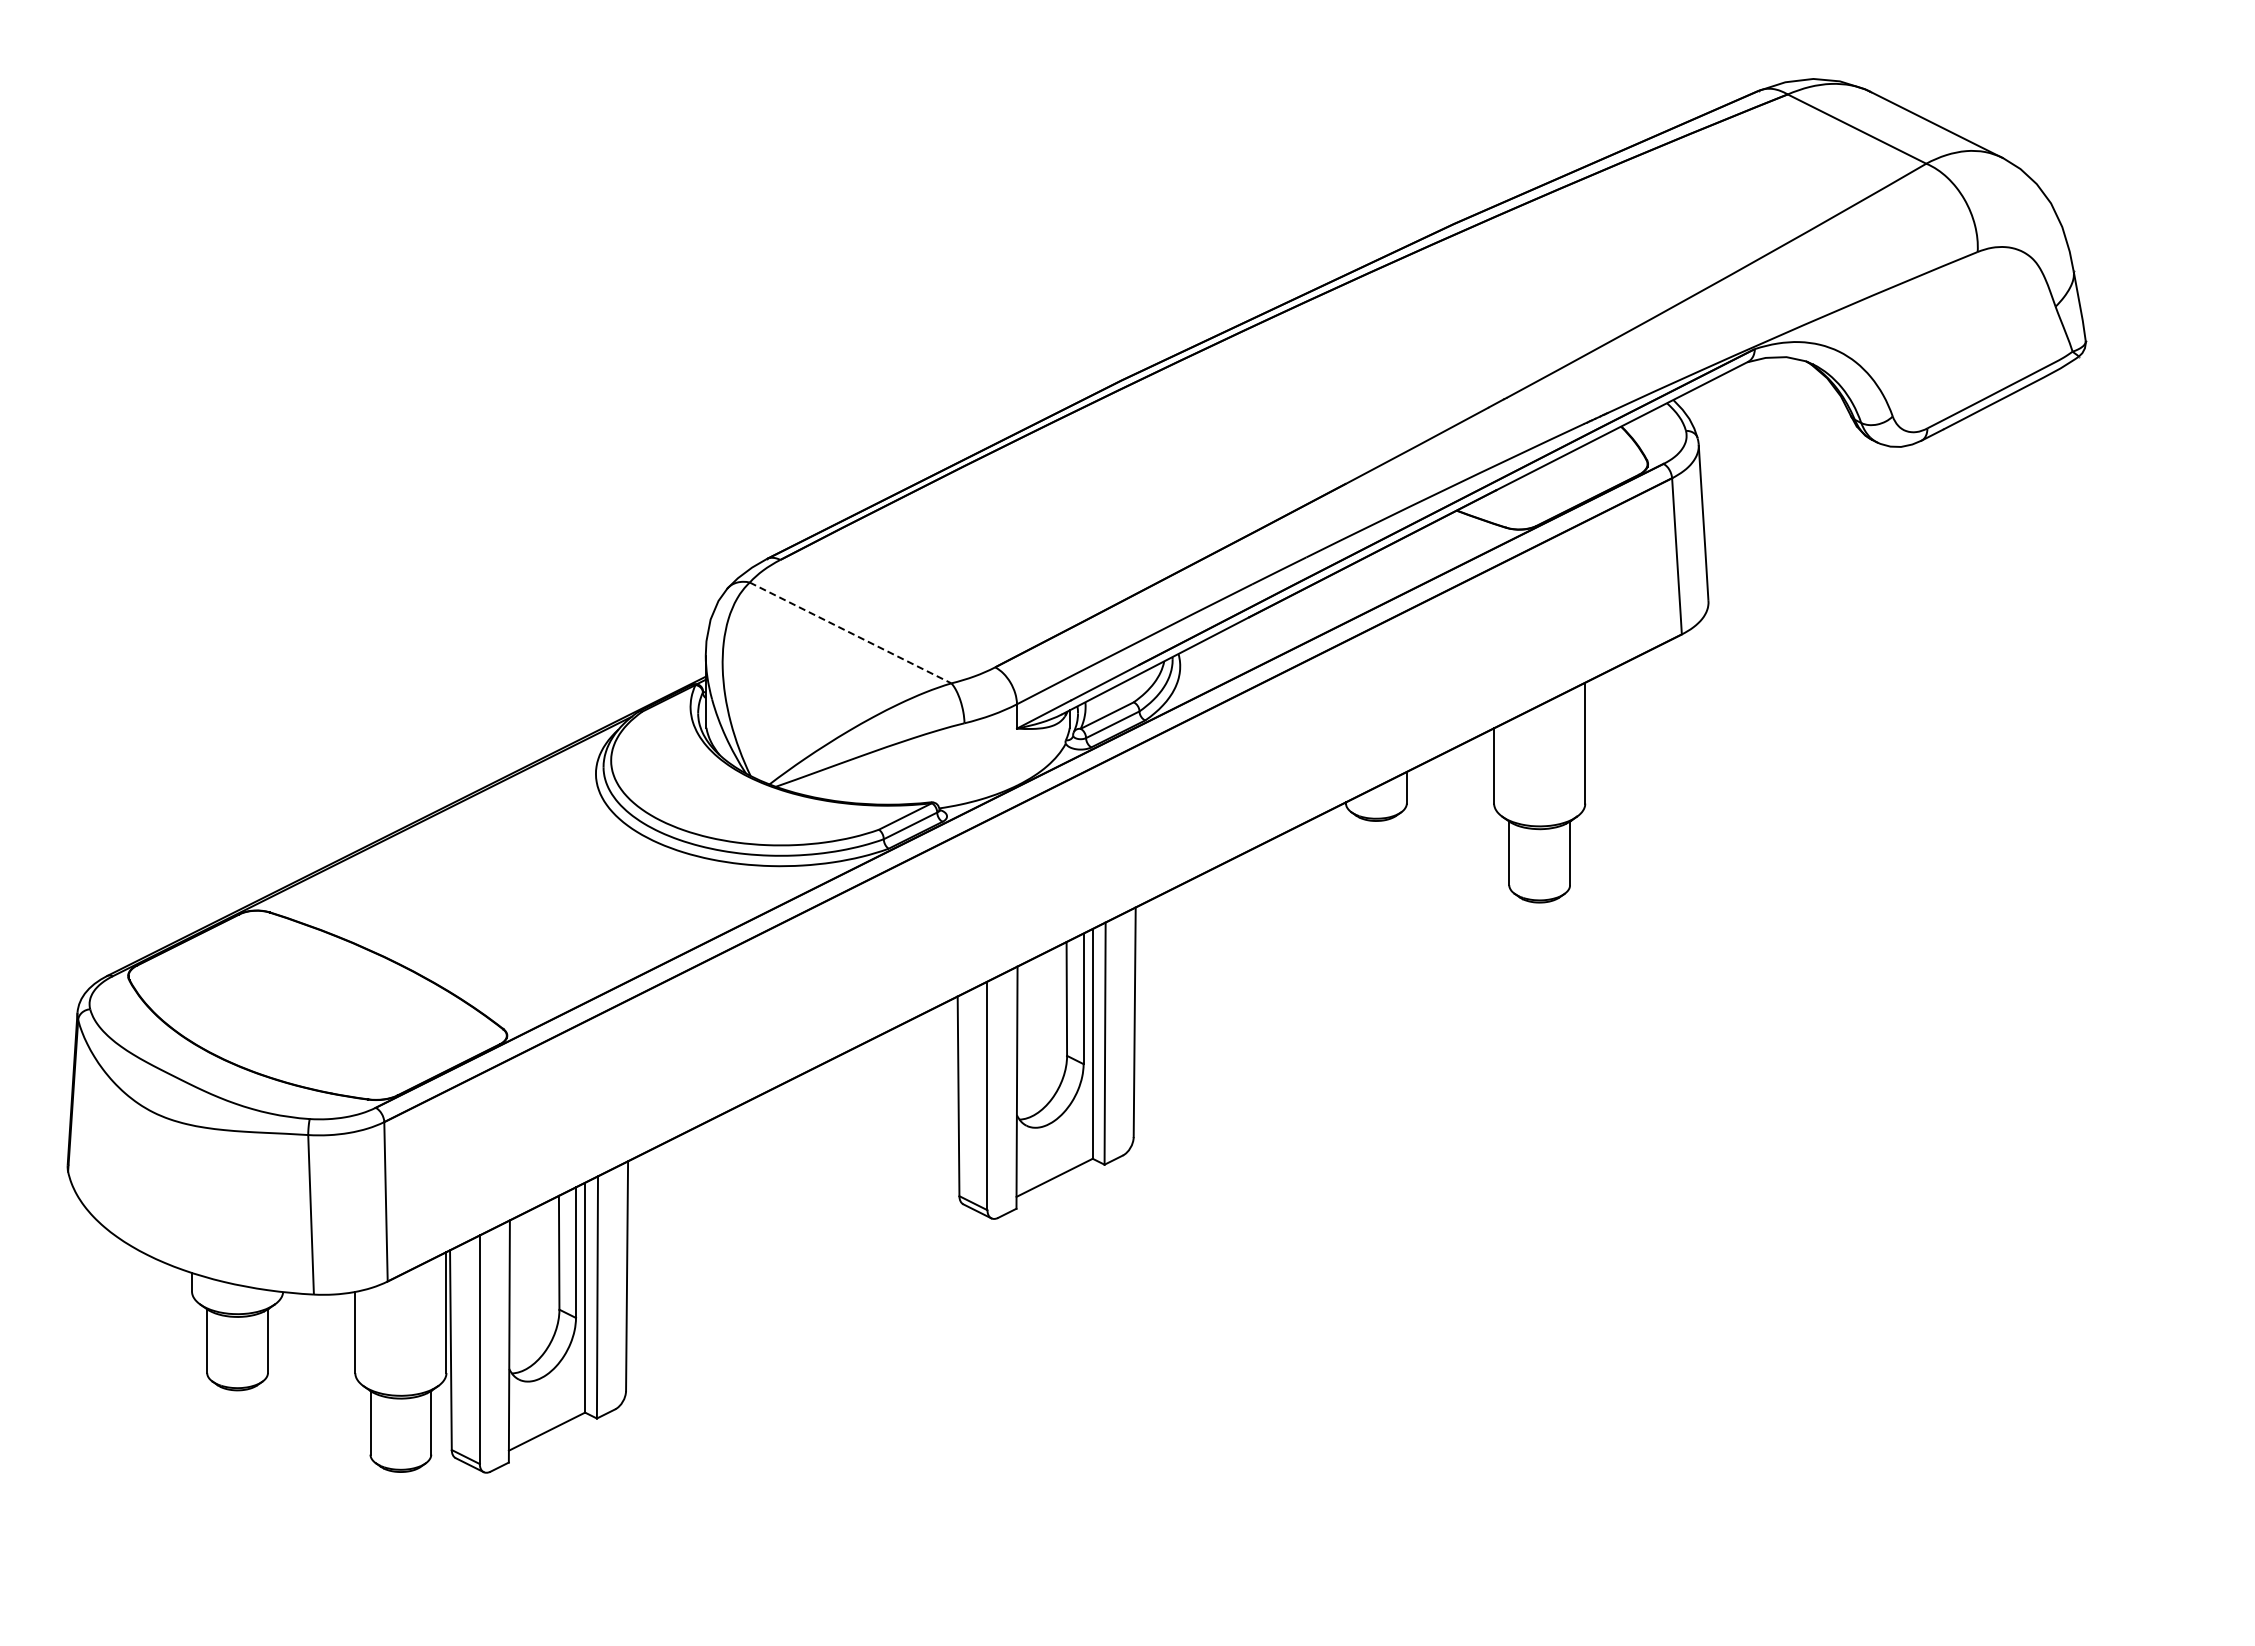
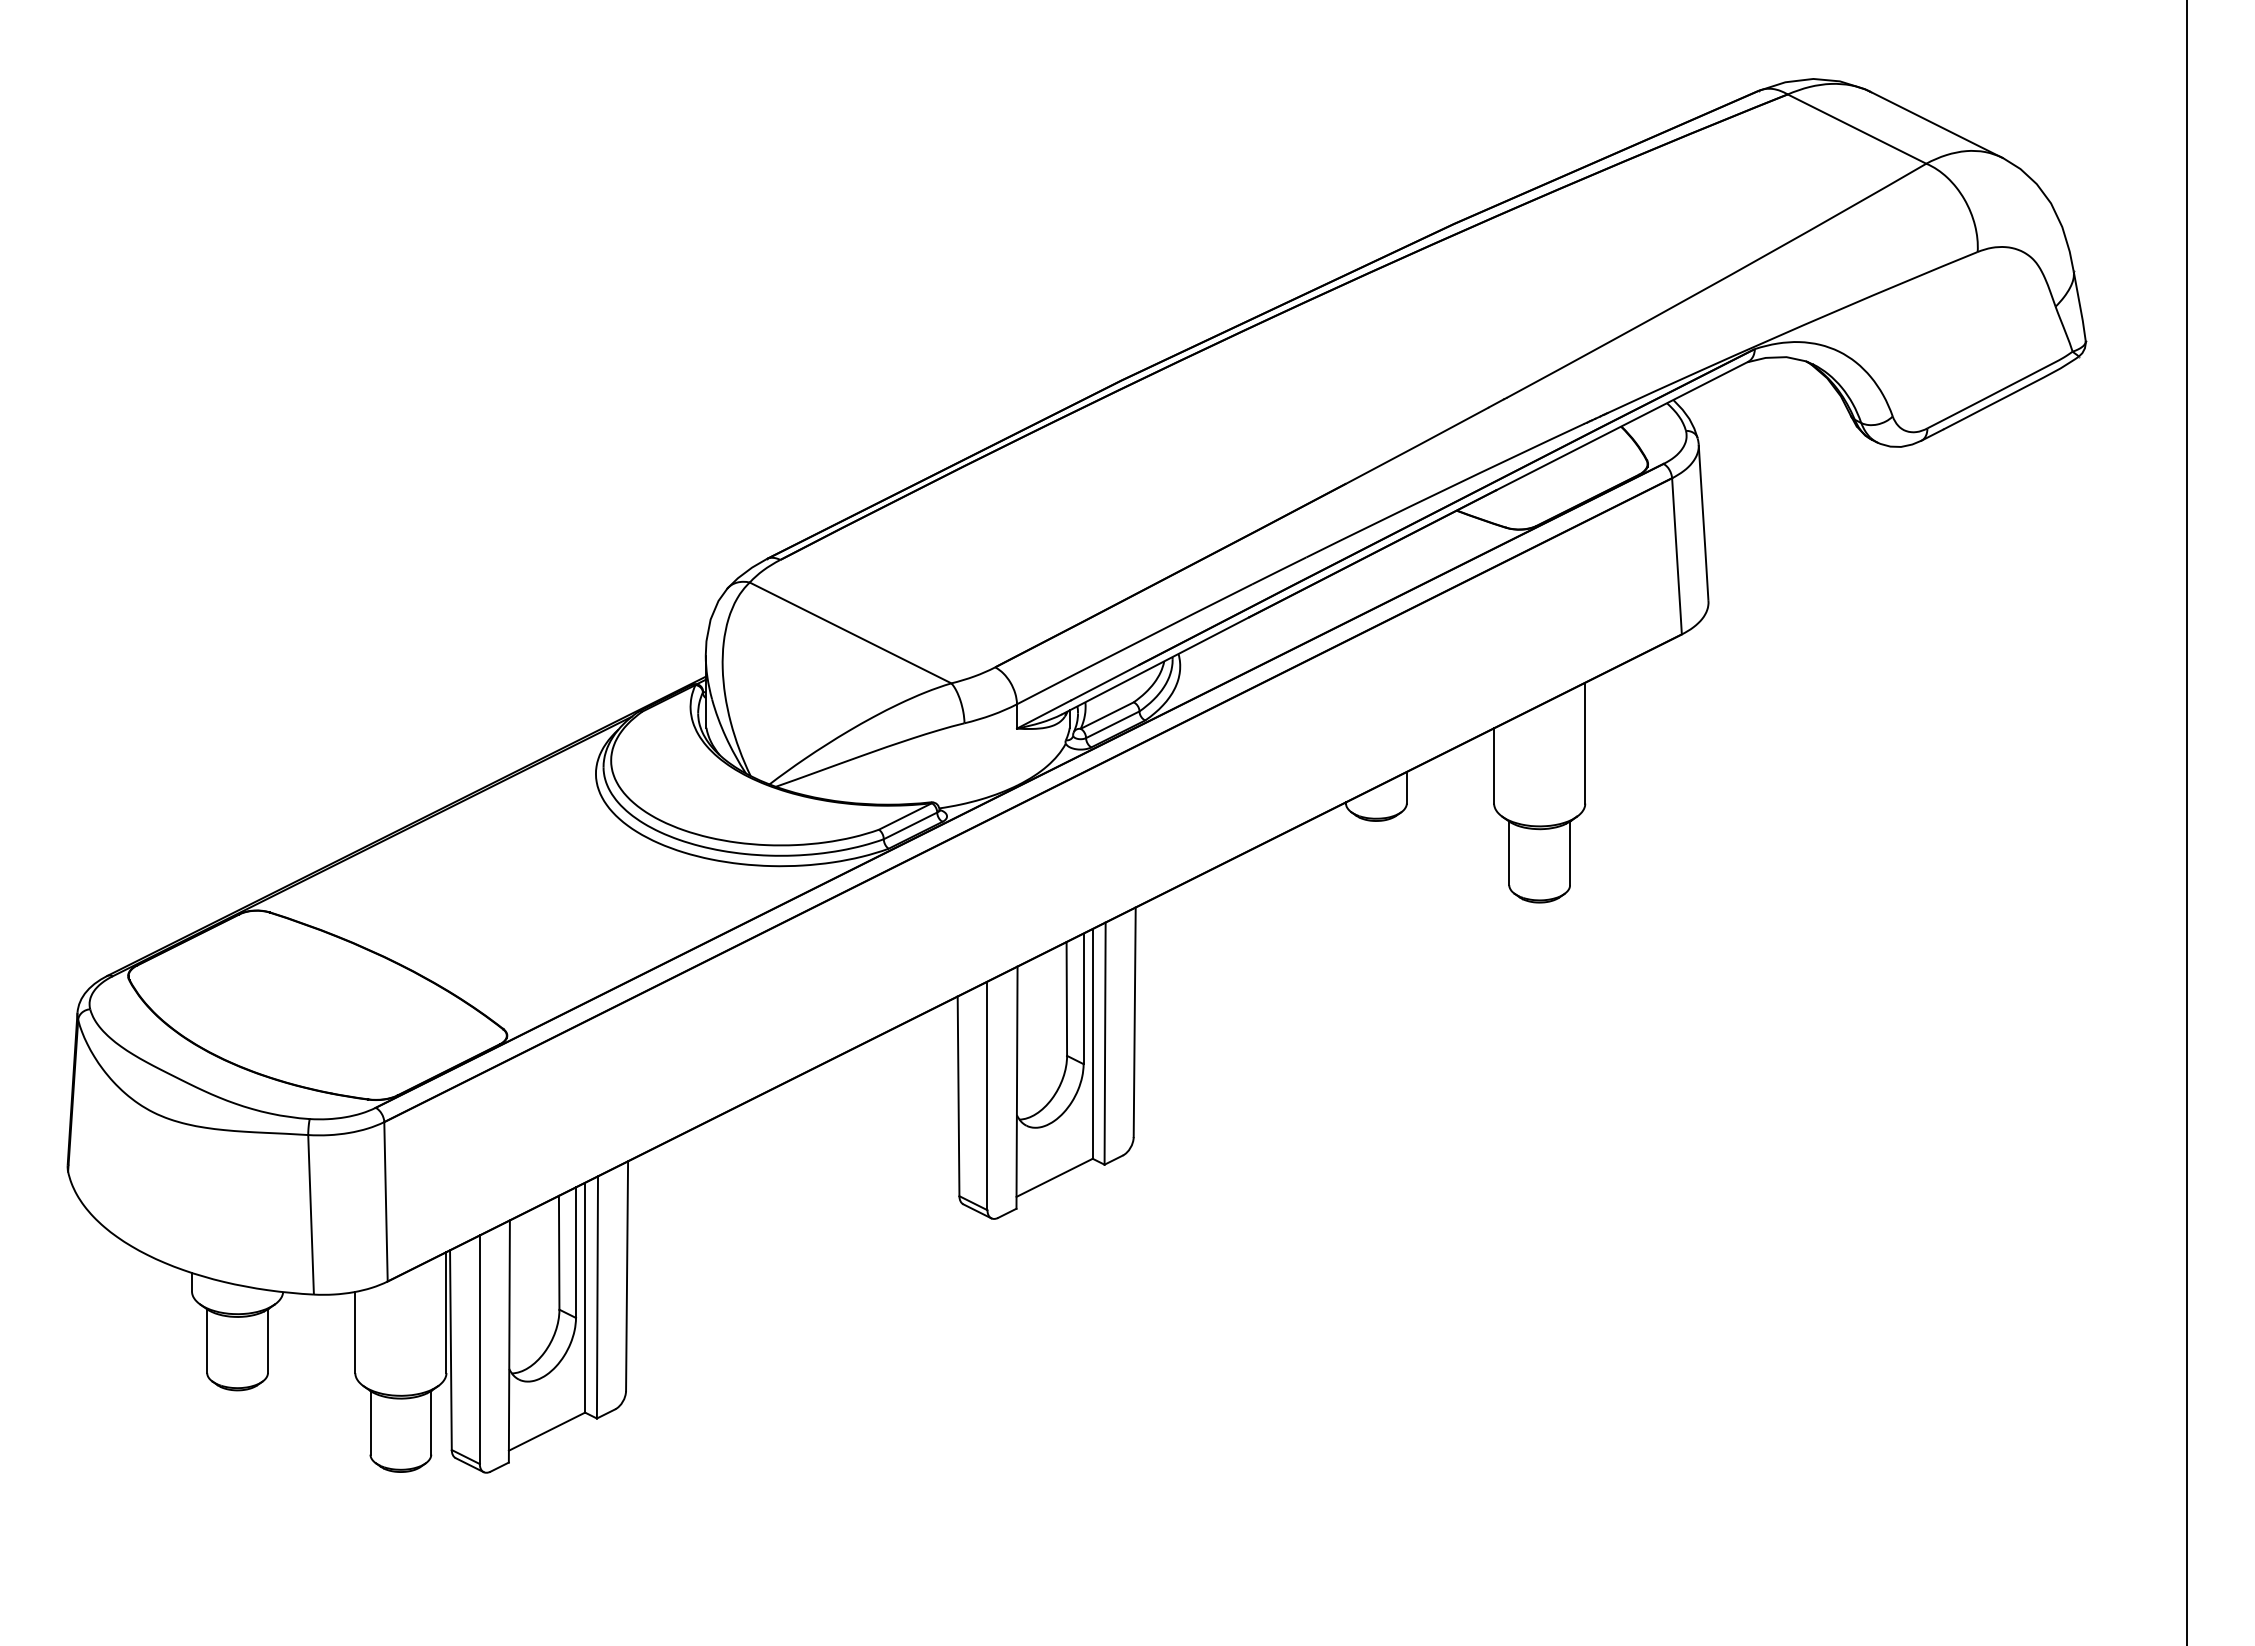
line at (850, 632): dashed -> solid
line at (2187, 822): none -> present
